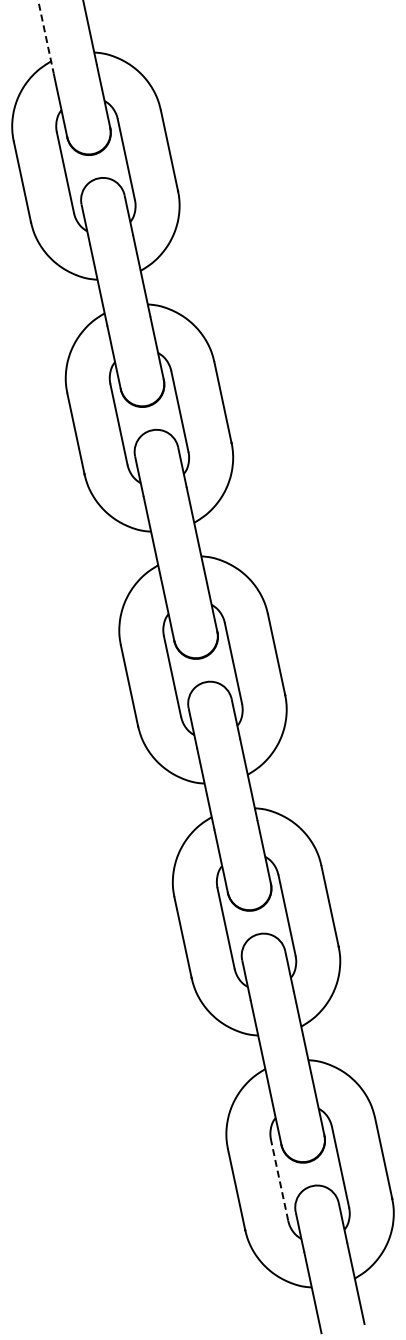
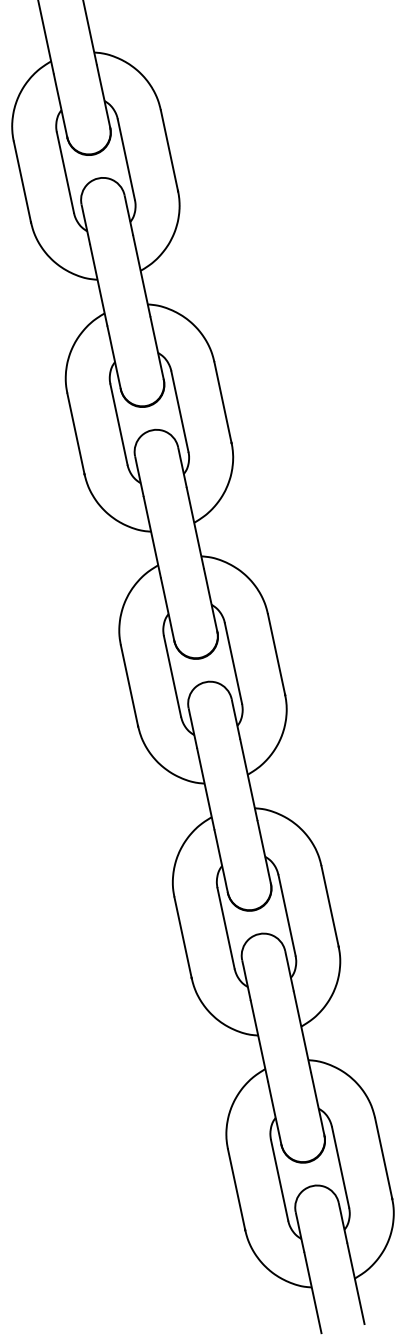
line at (46, 37): dashed -> solid
line at (279, 1179): dashed -> solid
